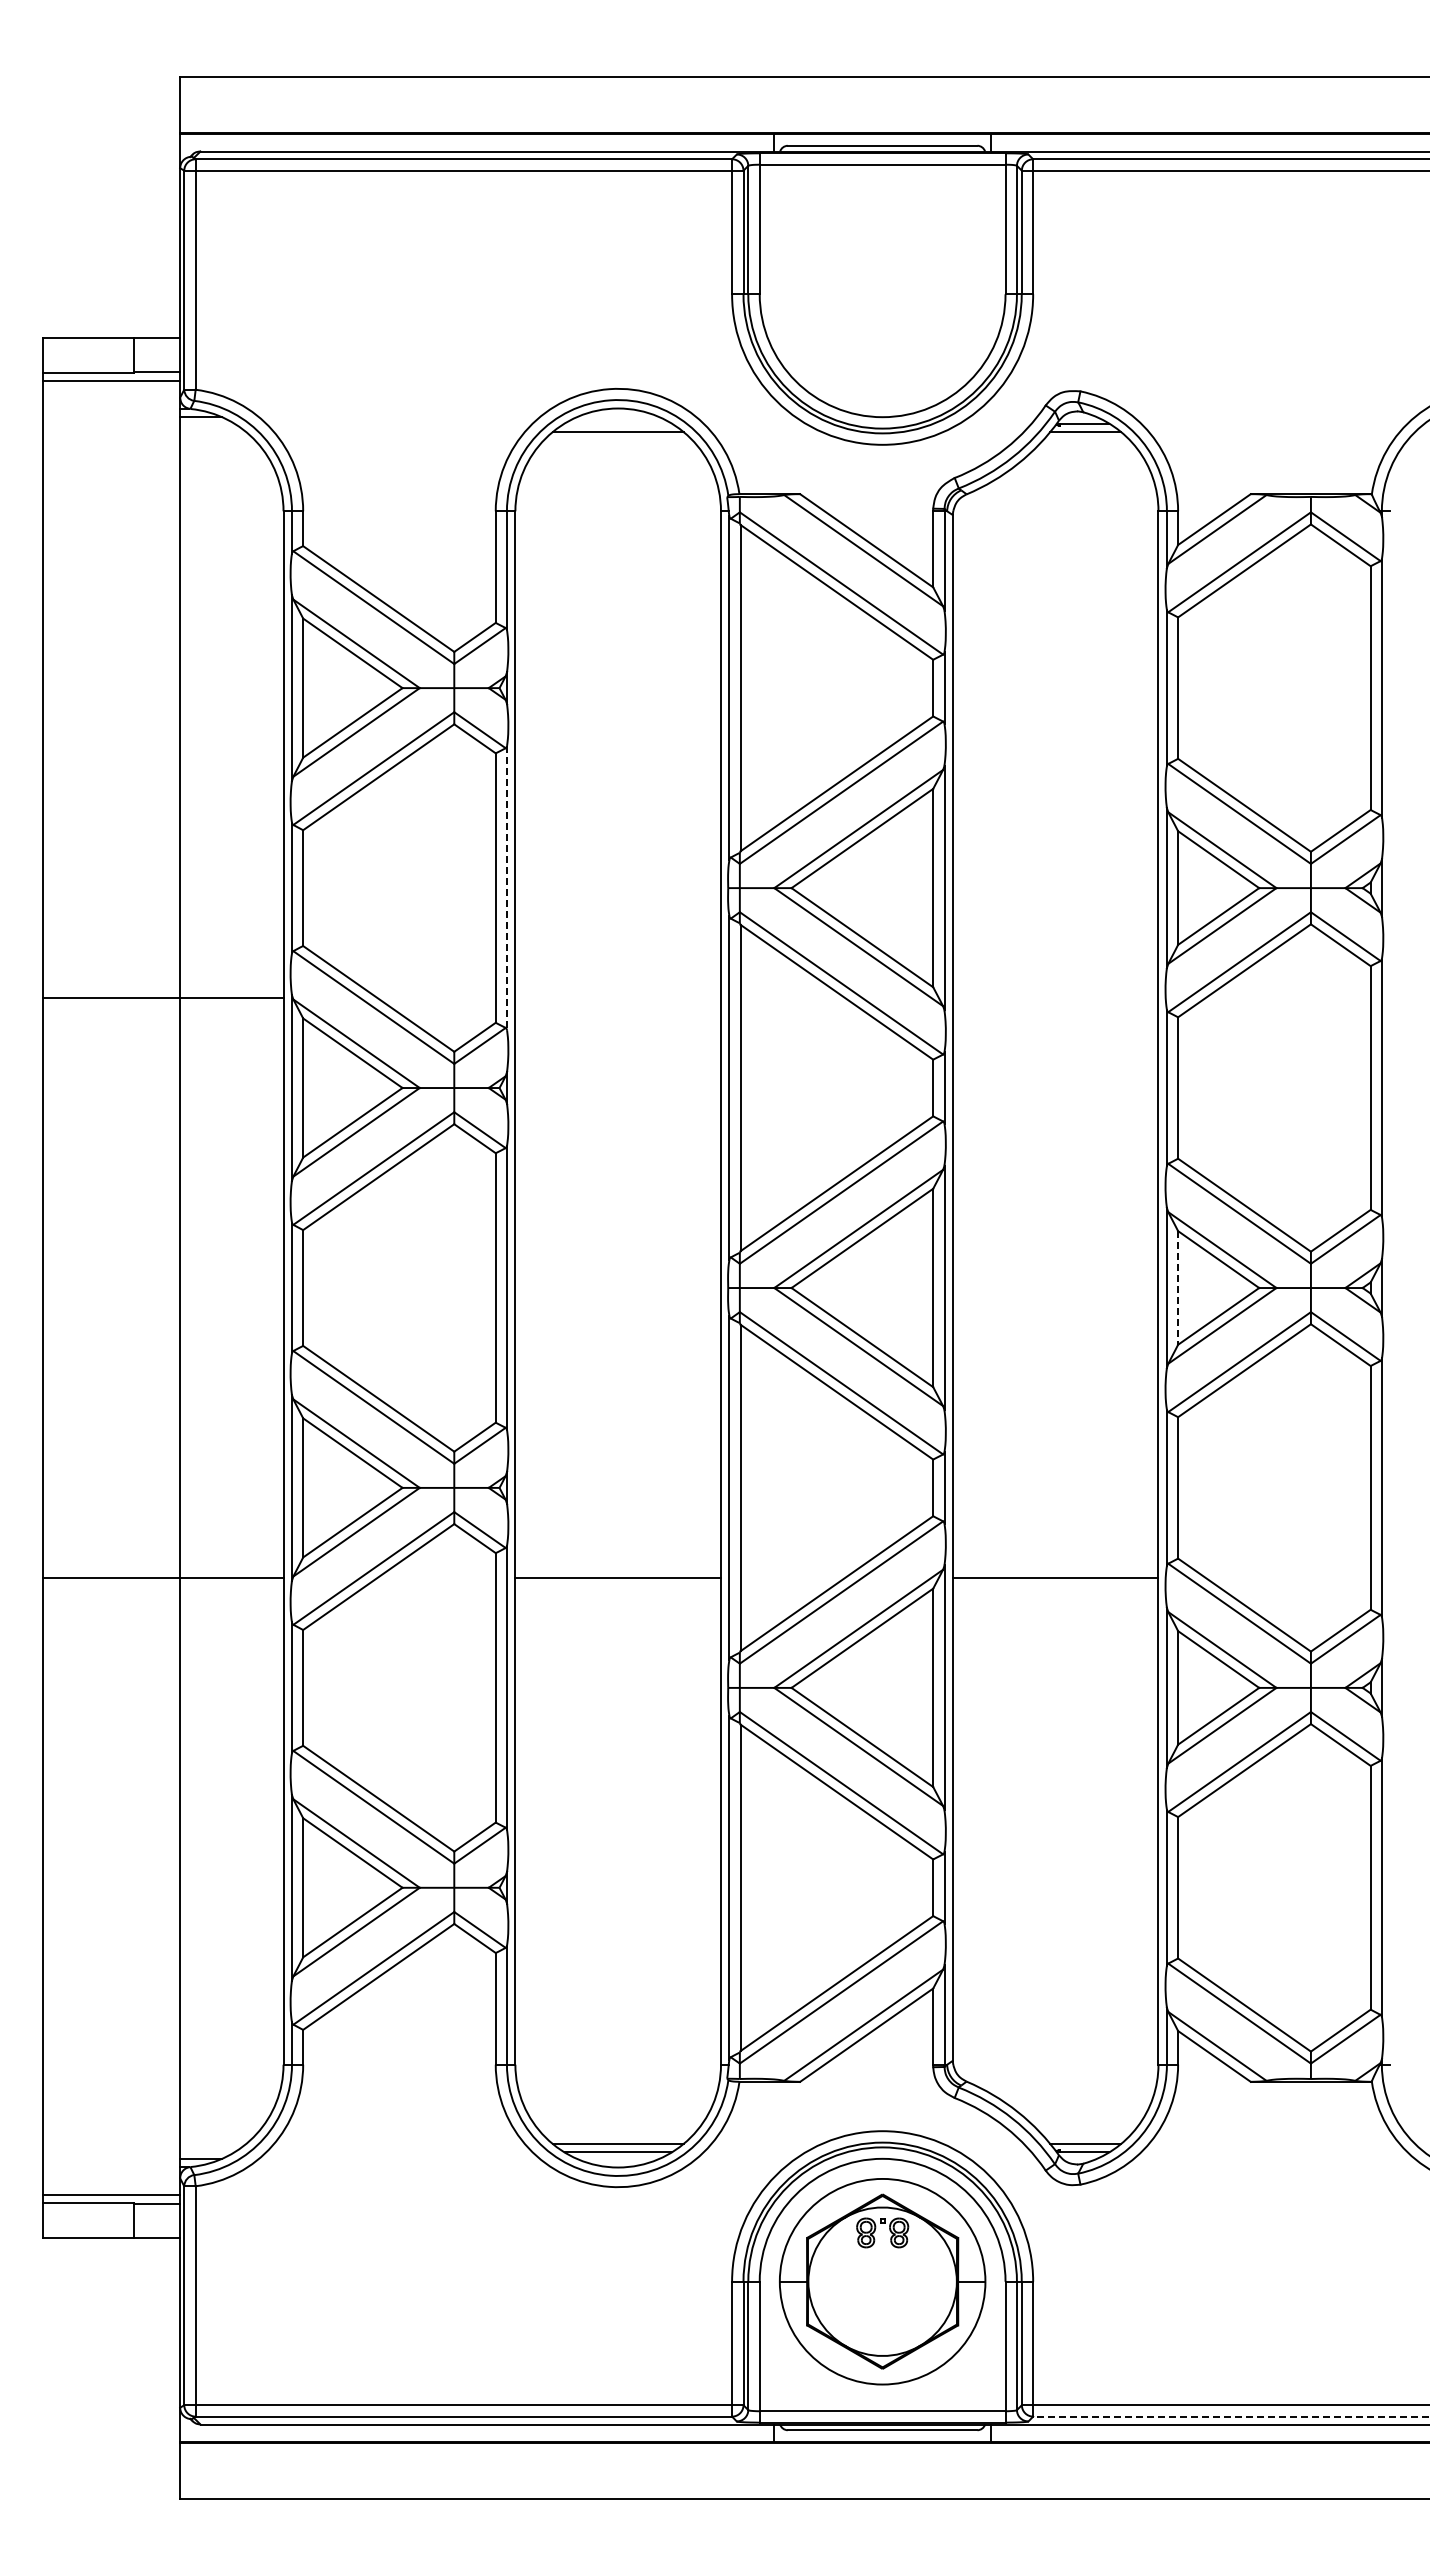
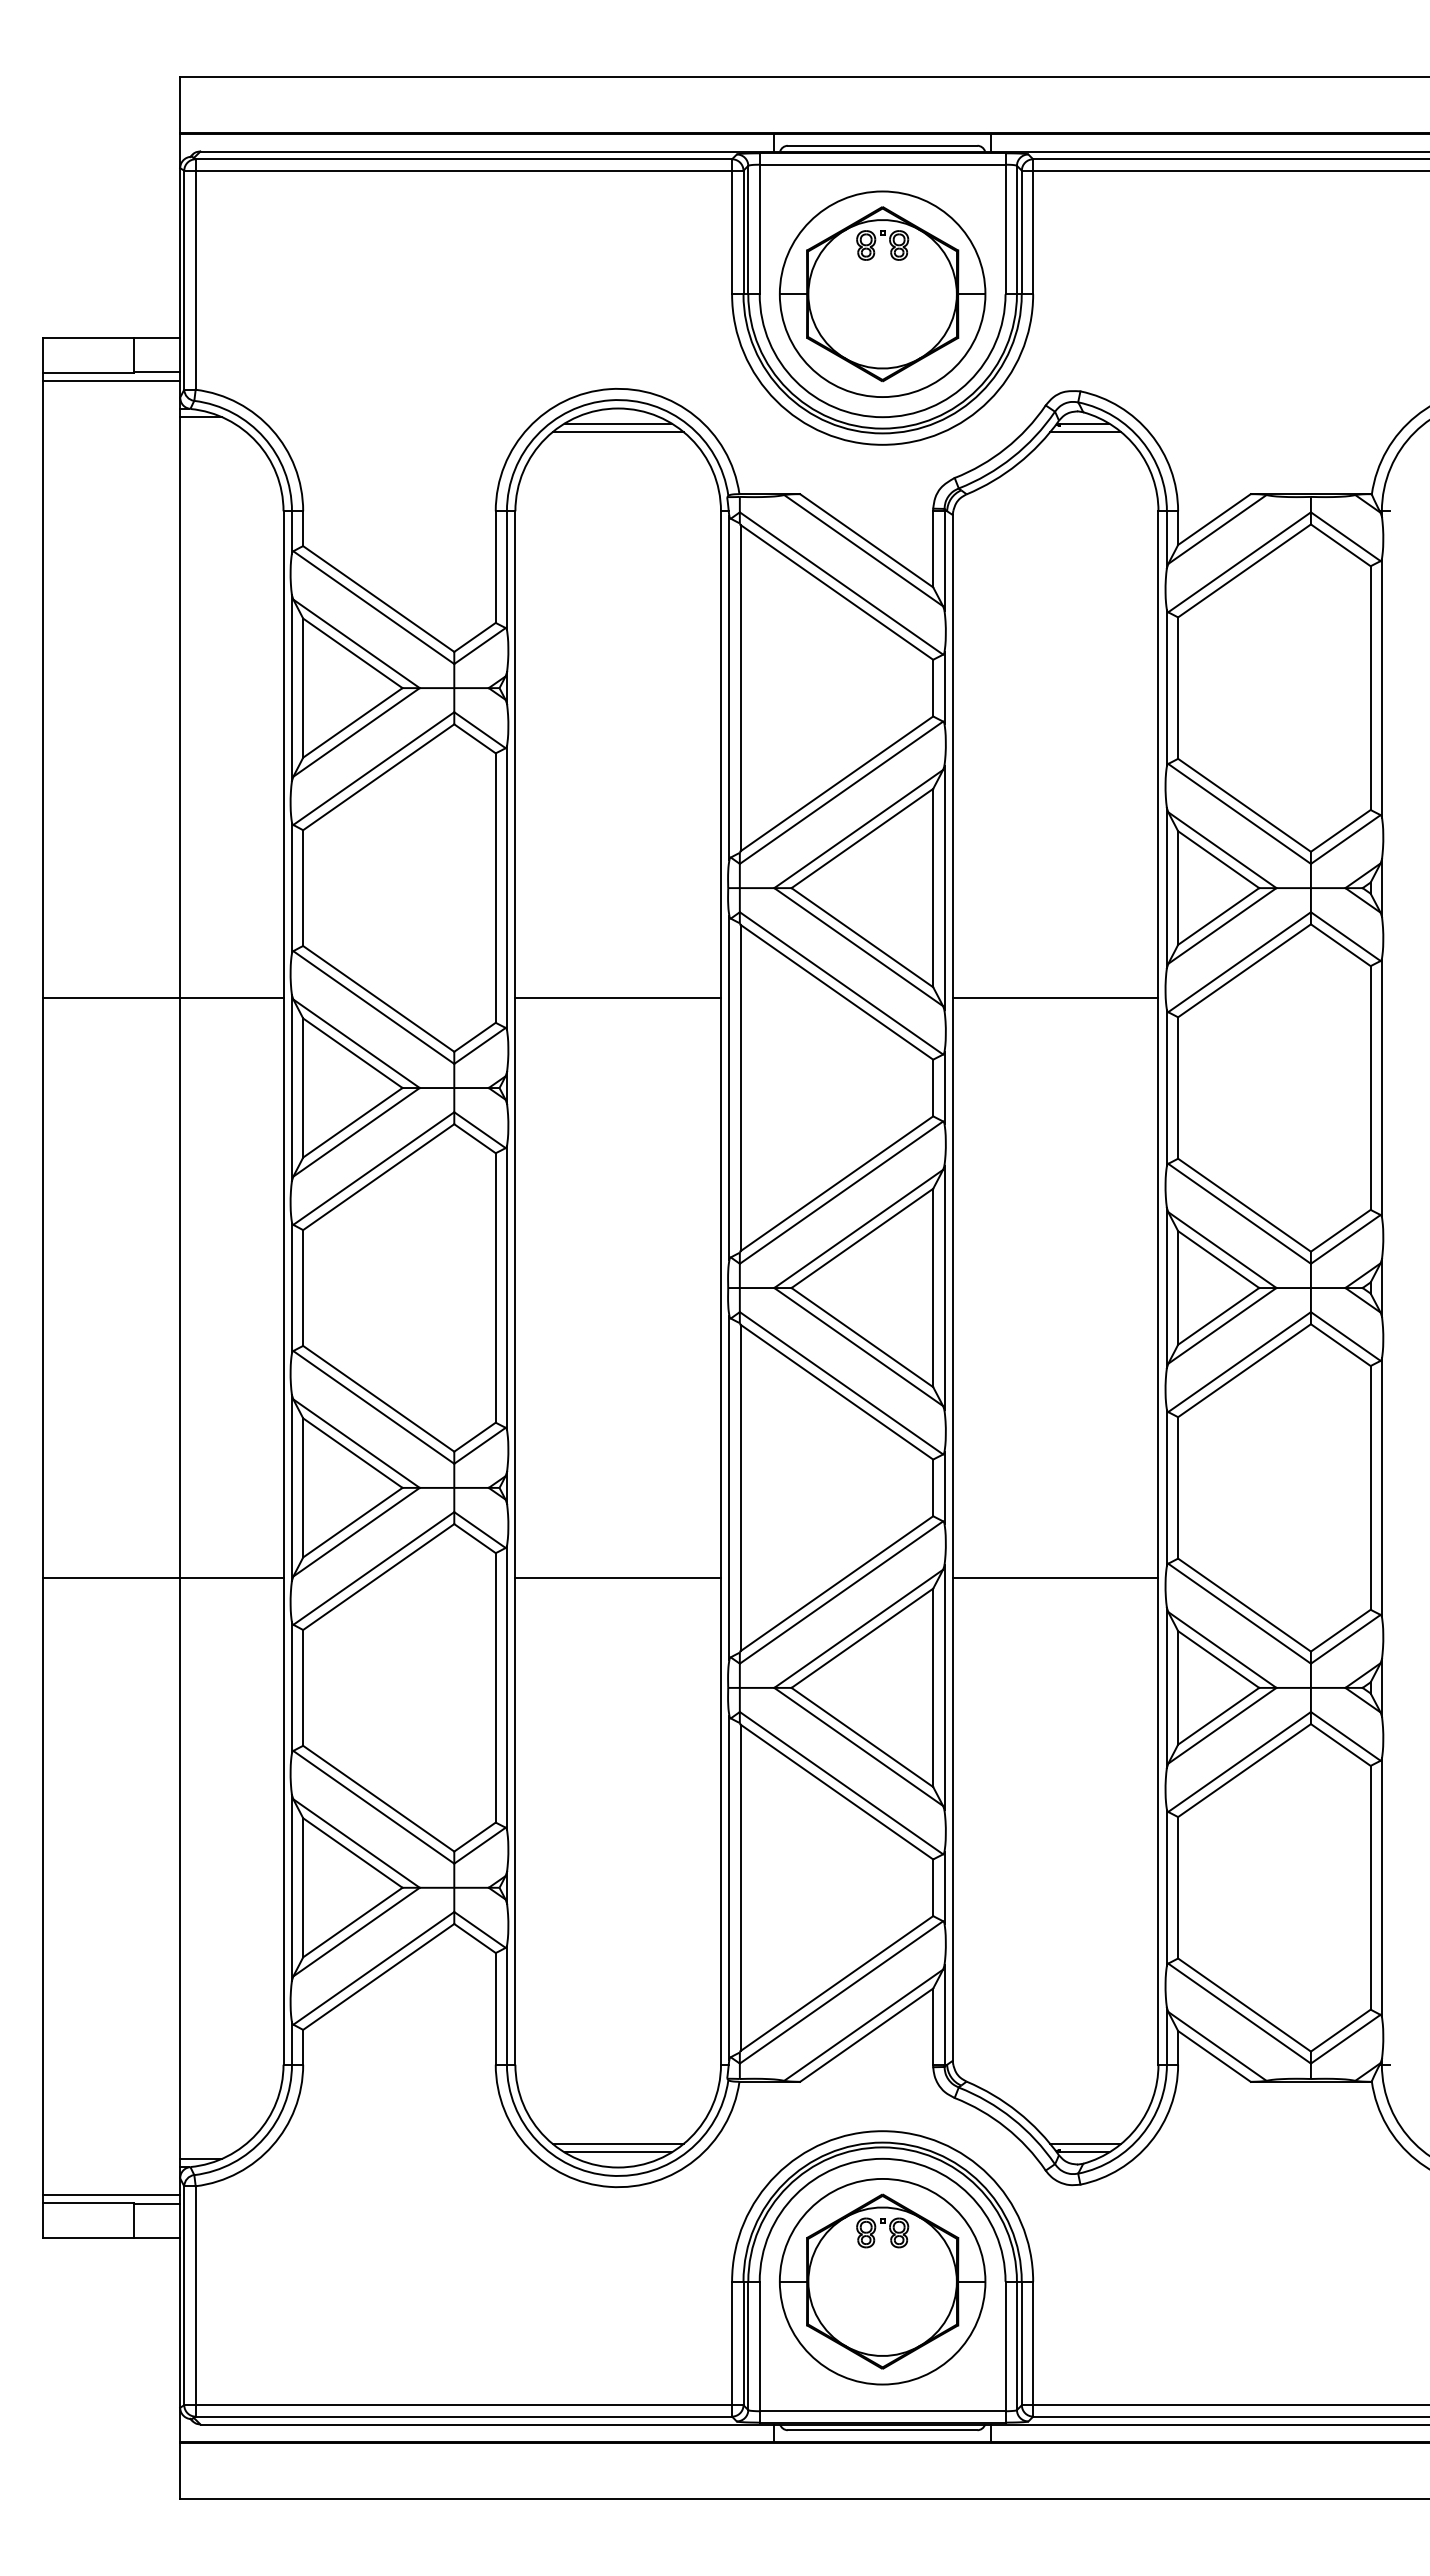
part at (882, 293): none -> present
line at (617, 423): none -> present
line at (507, 888): dashed -> solid
line at (618, 997): none -> present
line at (1055, 997): none -> present
line at (1178, 1287): dashed -> solid
line at (1231, 2416): dashed -> solid
